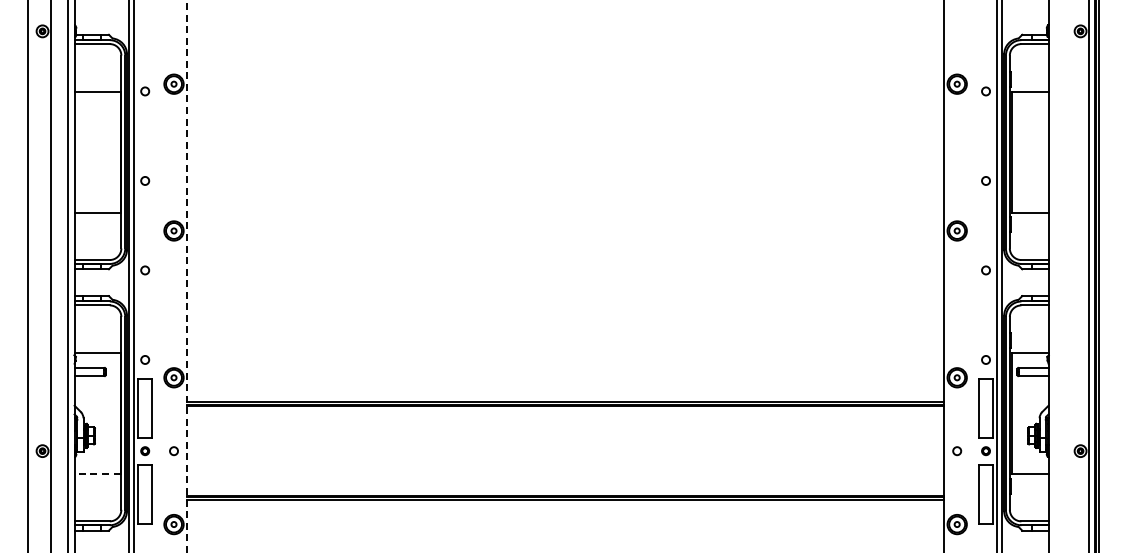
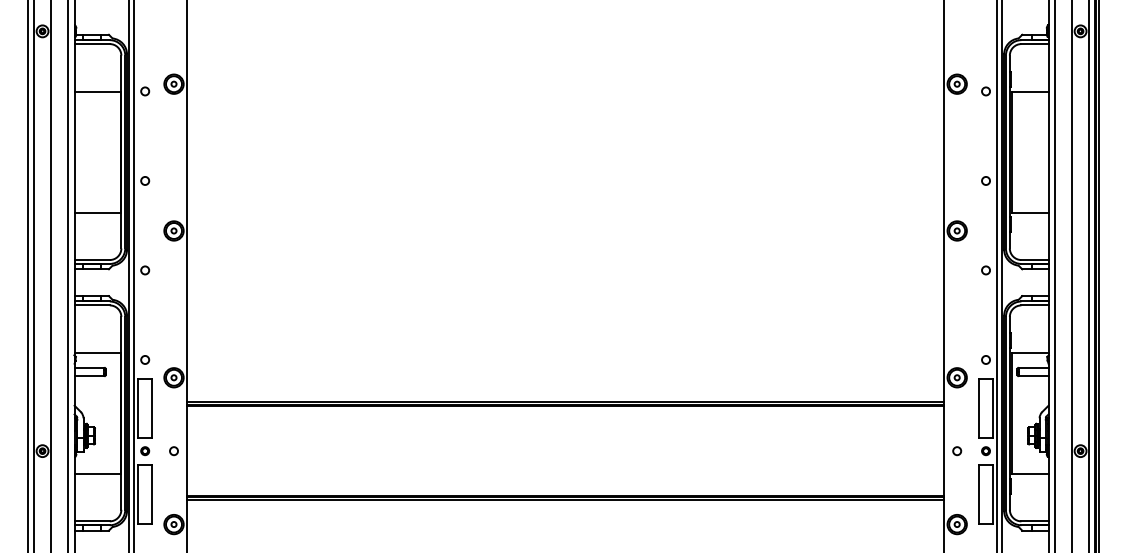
line at (33, 275): none -> present
line at (1054, 275): none -> present
line at (1072, 275): none -> present
line at (187, 276): dashed -> solid
line at (97, 473): dashed -> solid
